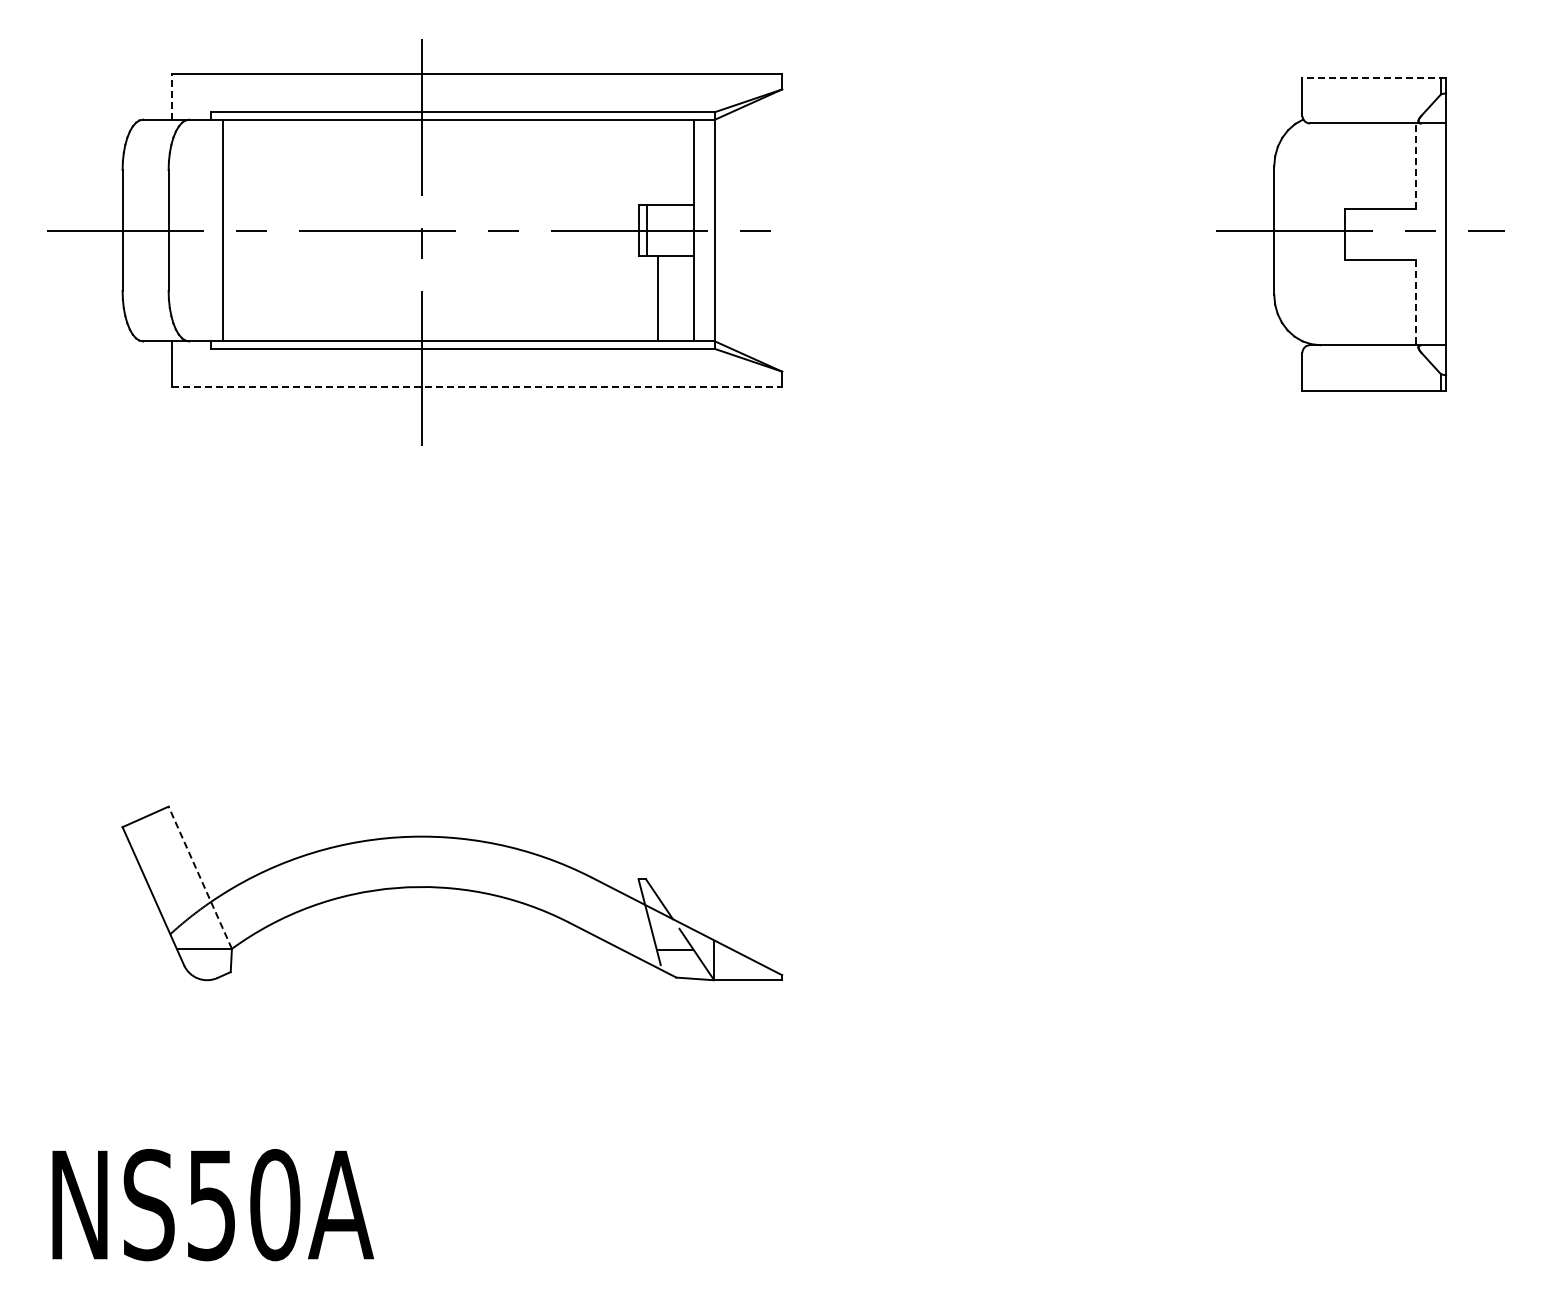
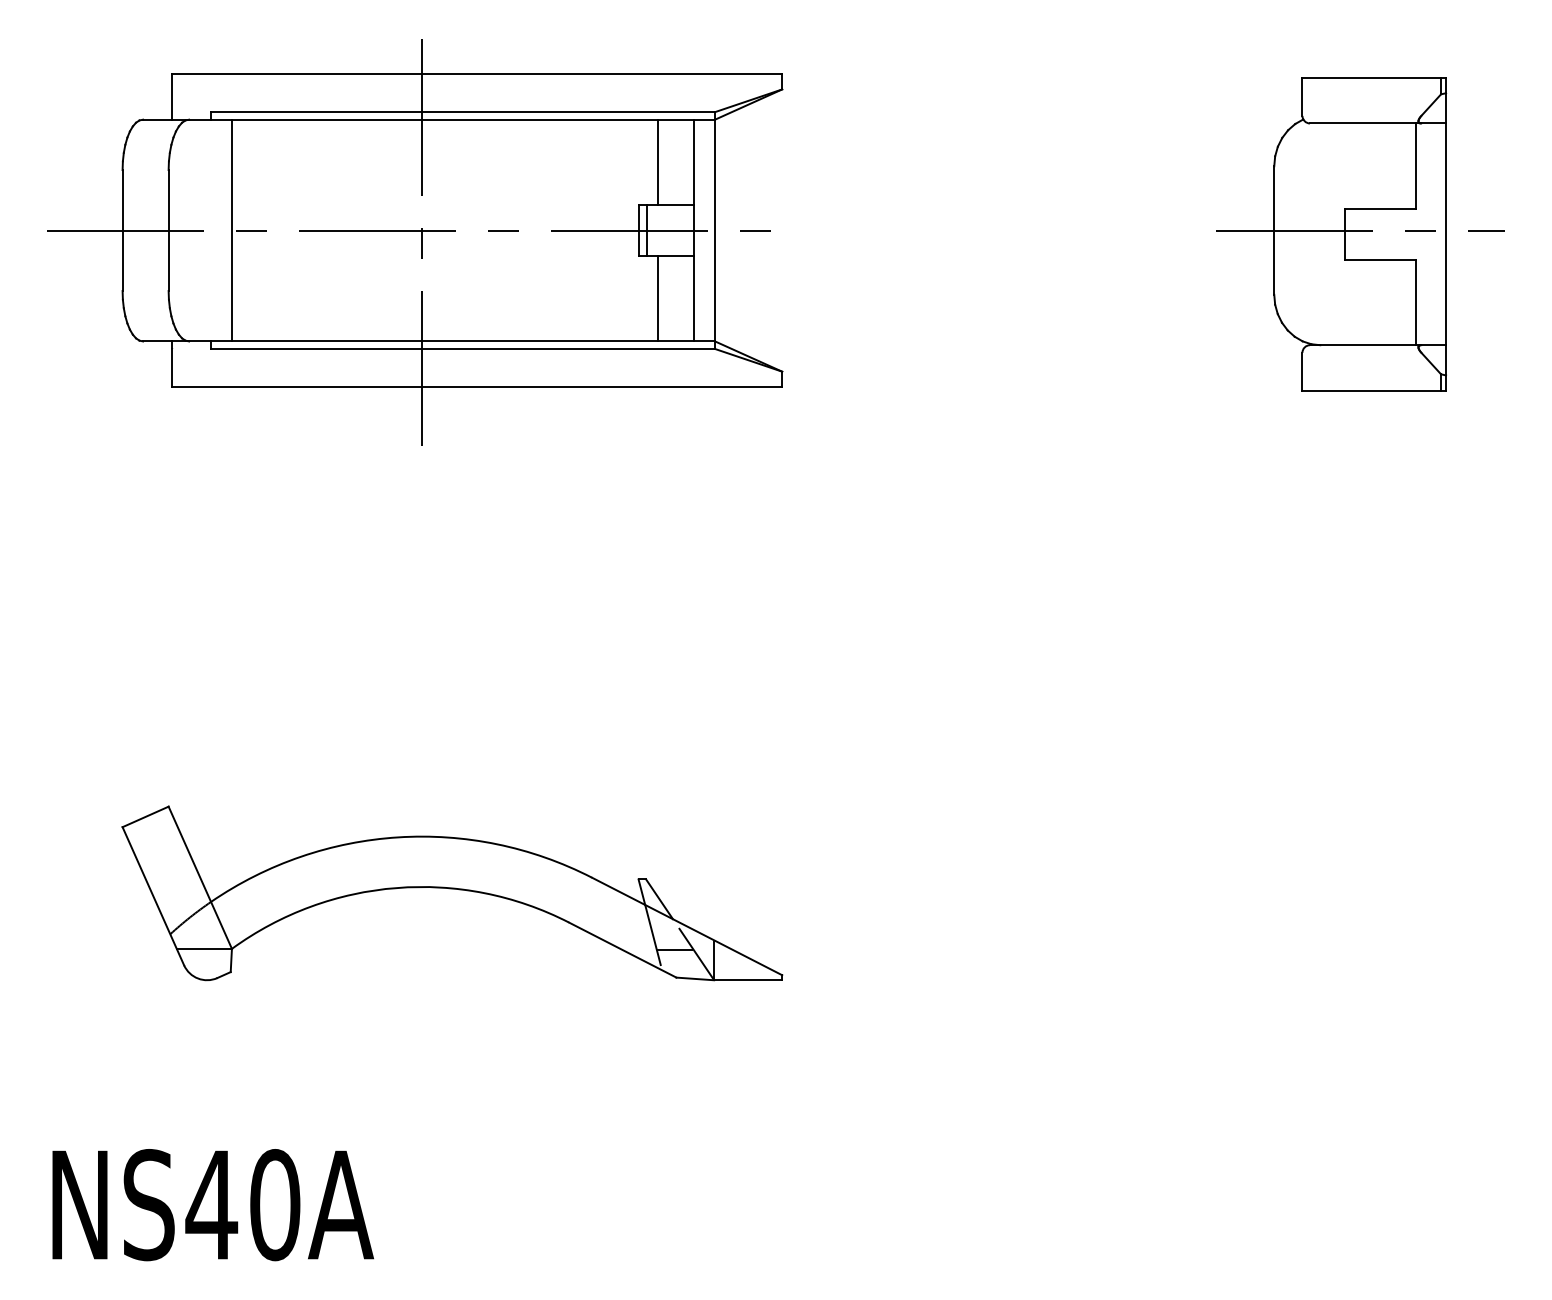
line at (1374, 78): dashed -> solid
line at (172, 97): dashed -> solid
line at (658, 162): none -> present
line at (1415, 166): dashed -> solid
line at (222, 230) position: (222, 230) -> (231, 230)
line at (1415, 302): dashed -> solid
line at (477, 386): dashed -> solid
line at (200, 877): dashed -> solid
text at (211, 1205): NS50A -> NS40A
